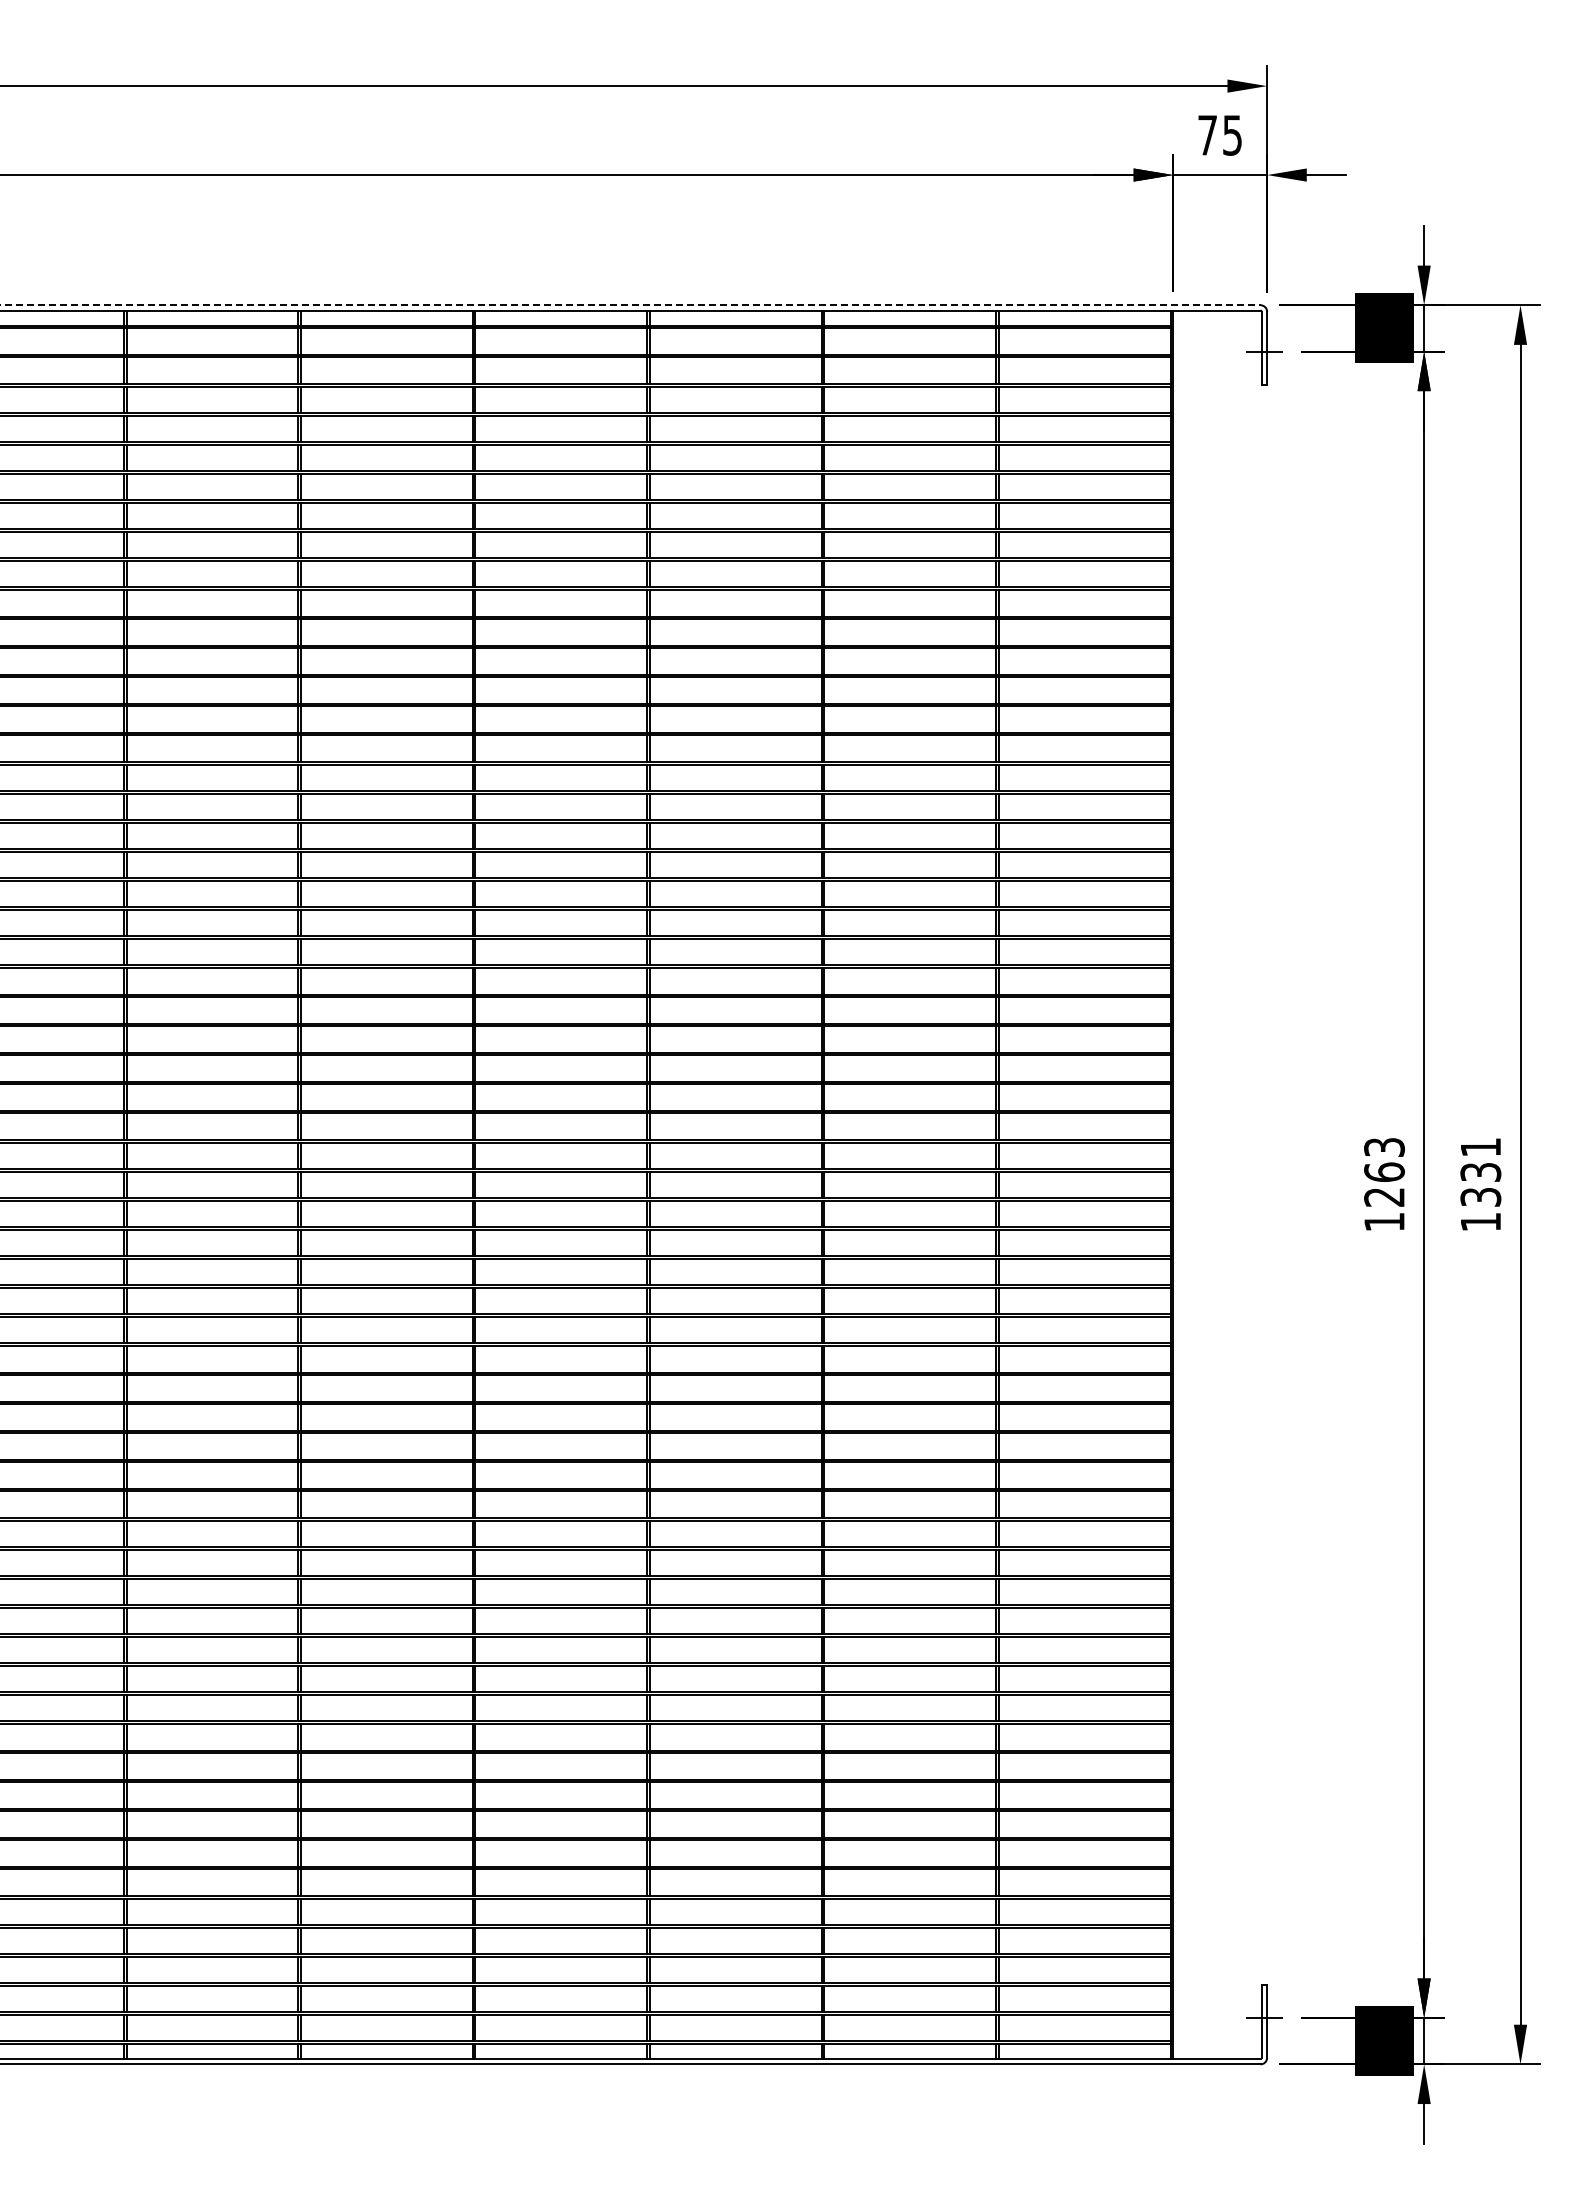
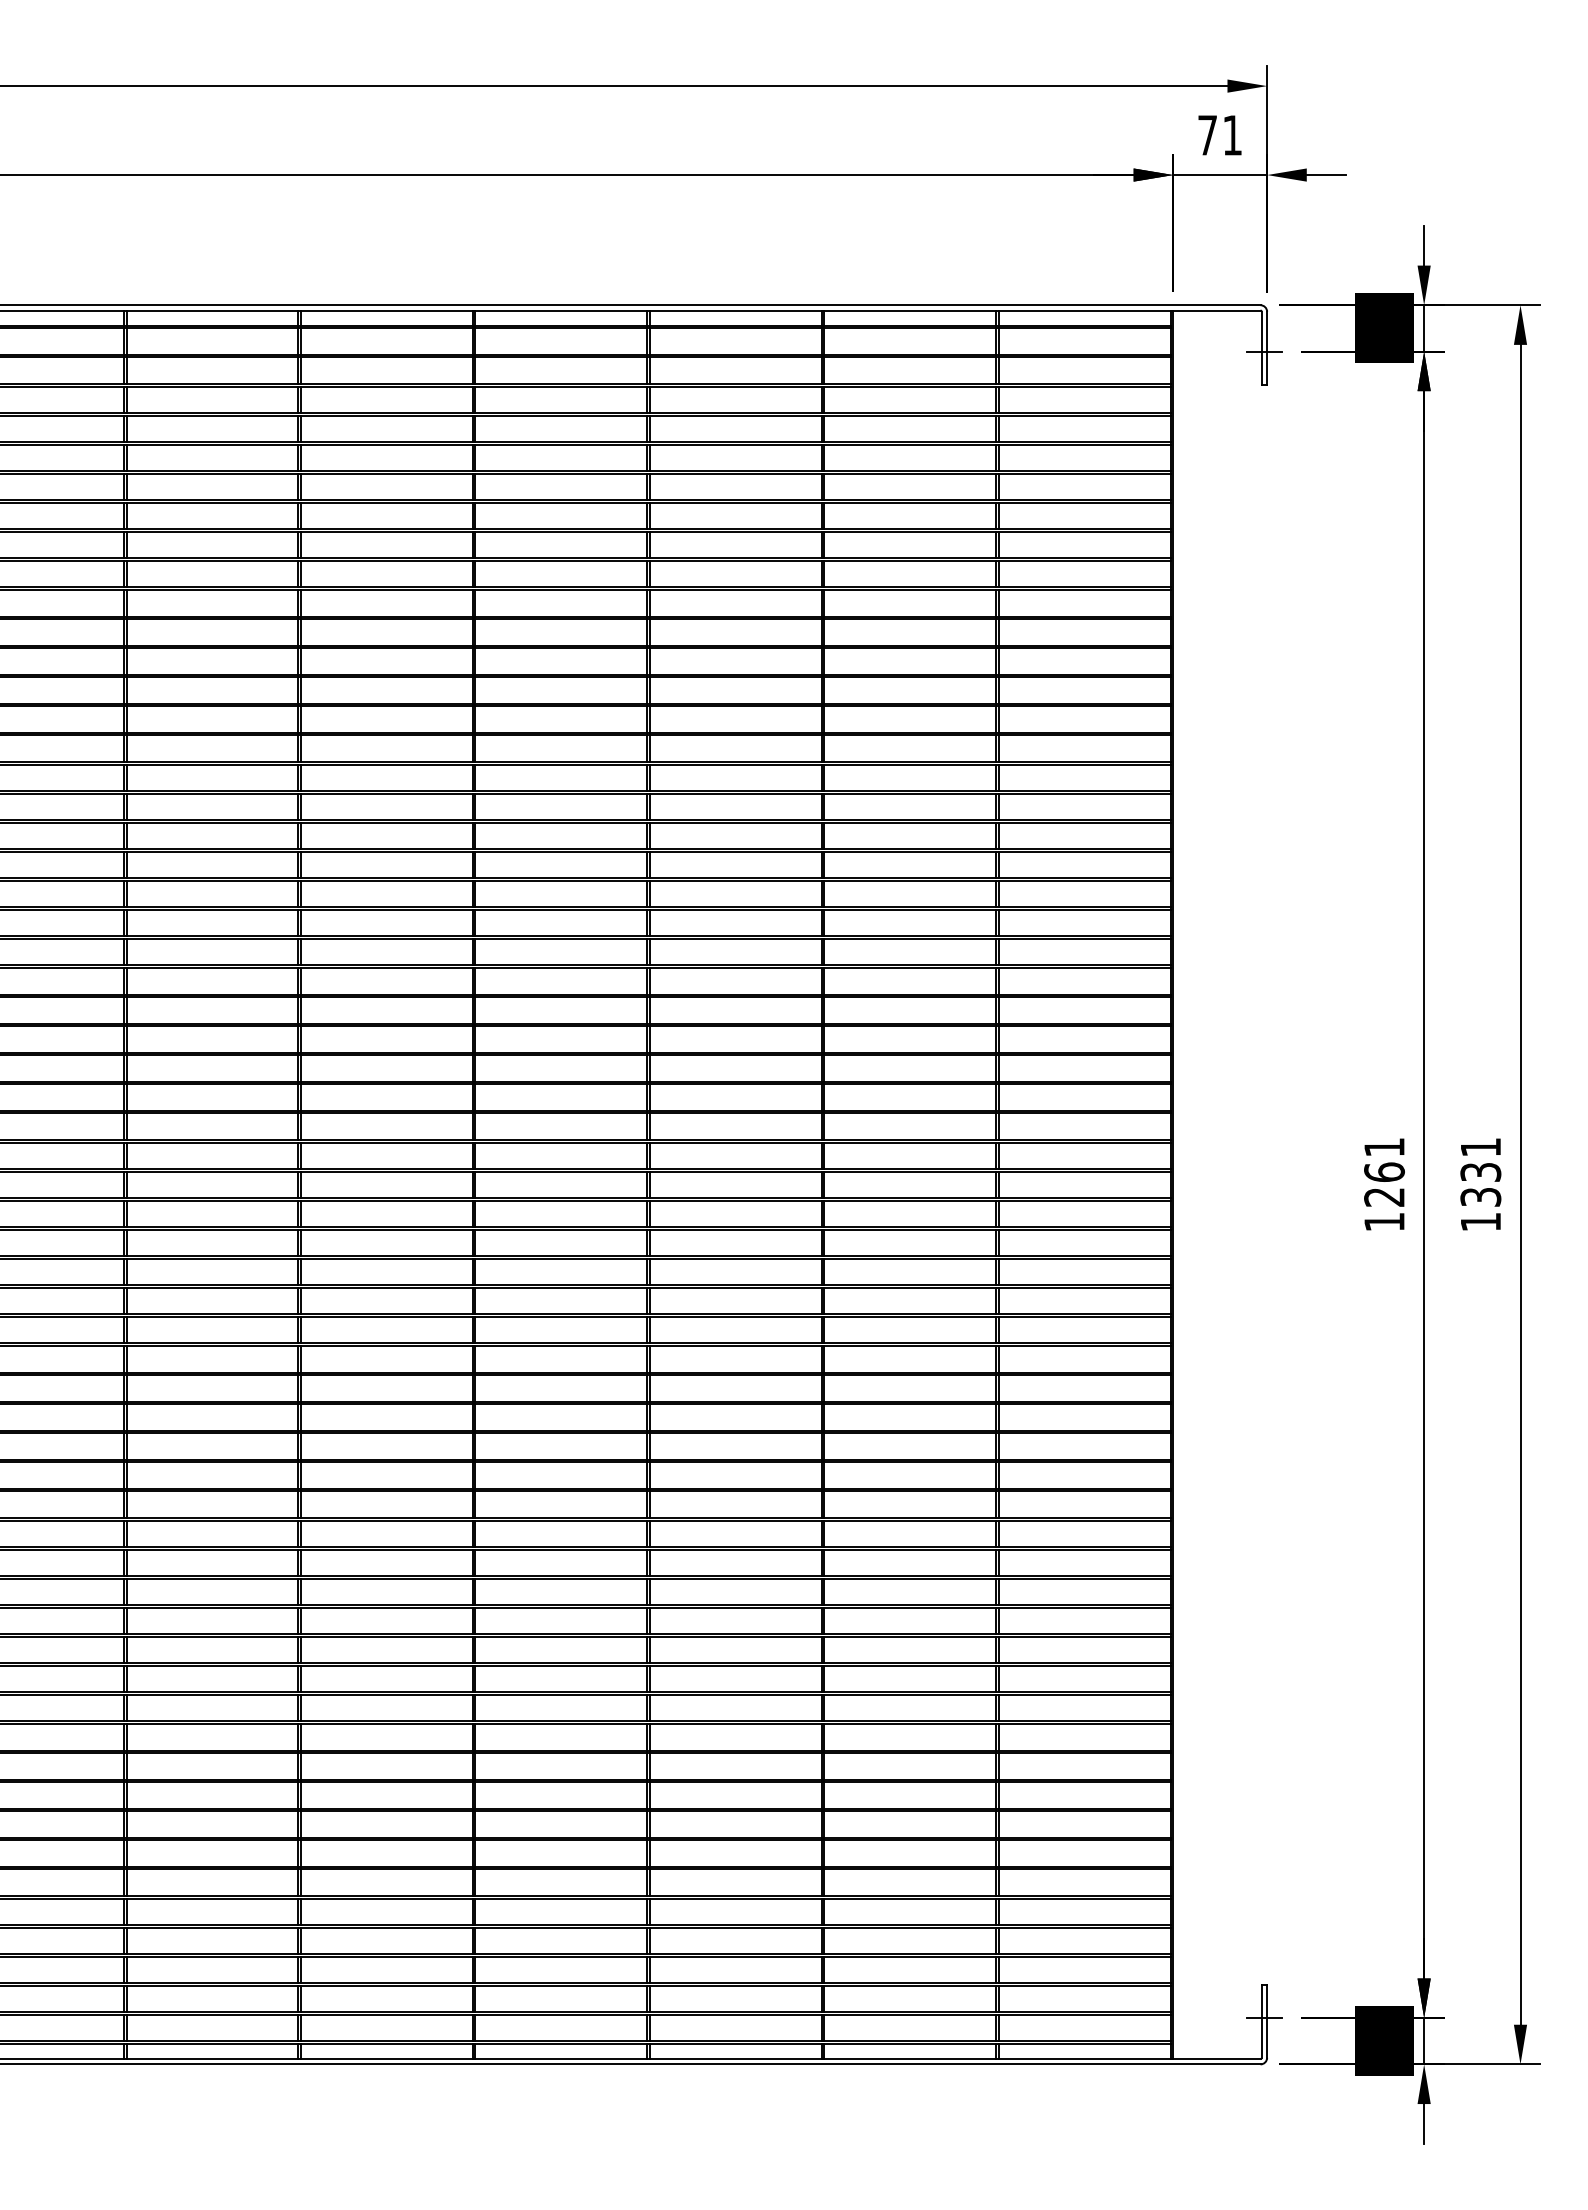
text at (1232, 135): 75 -> 71
line at (630, 305): dashed -> solid
text at (1384, 1147): 1263 -> 1261
